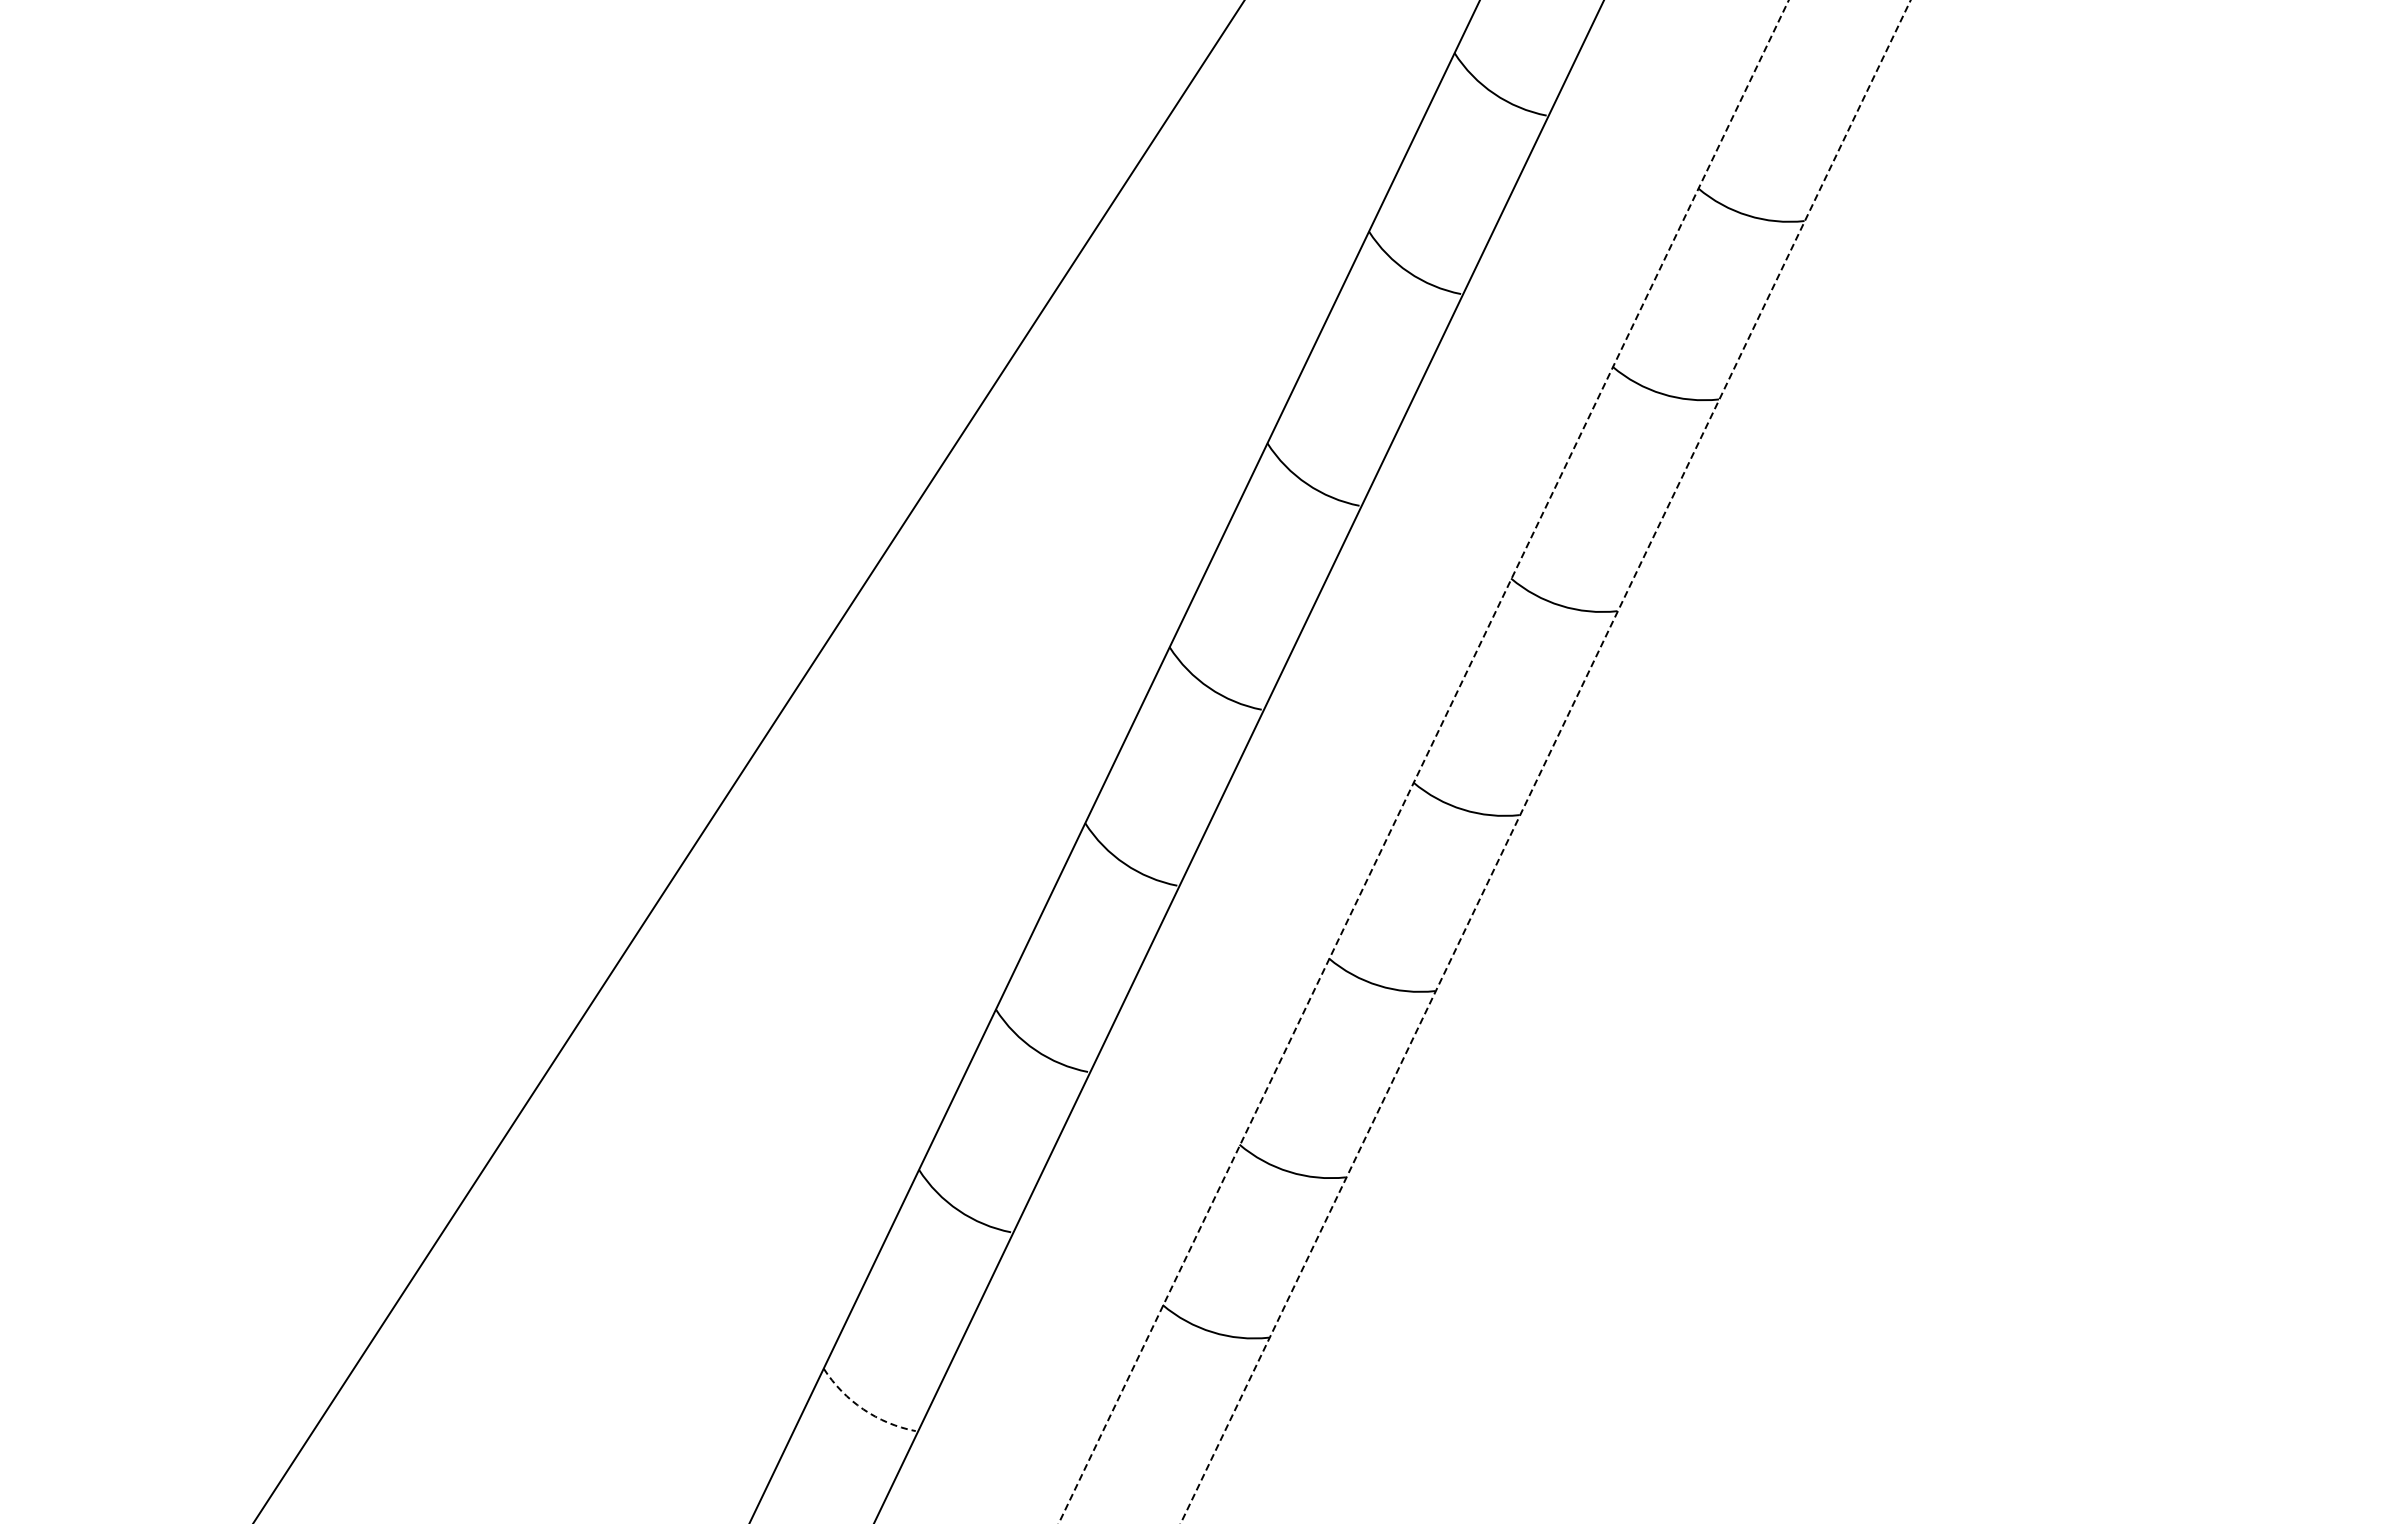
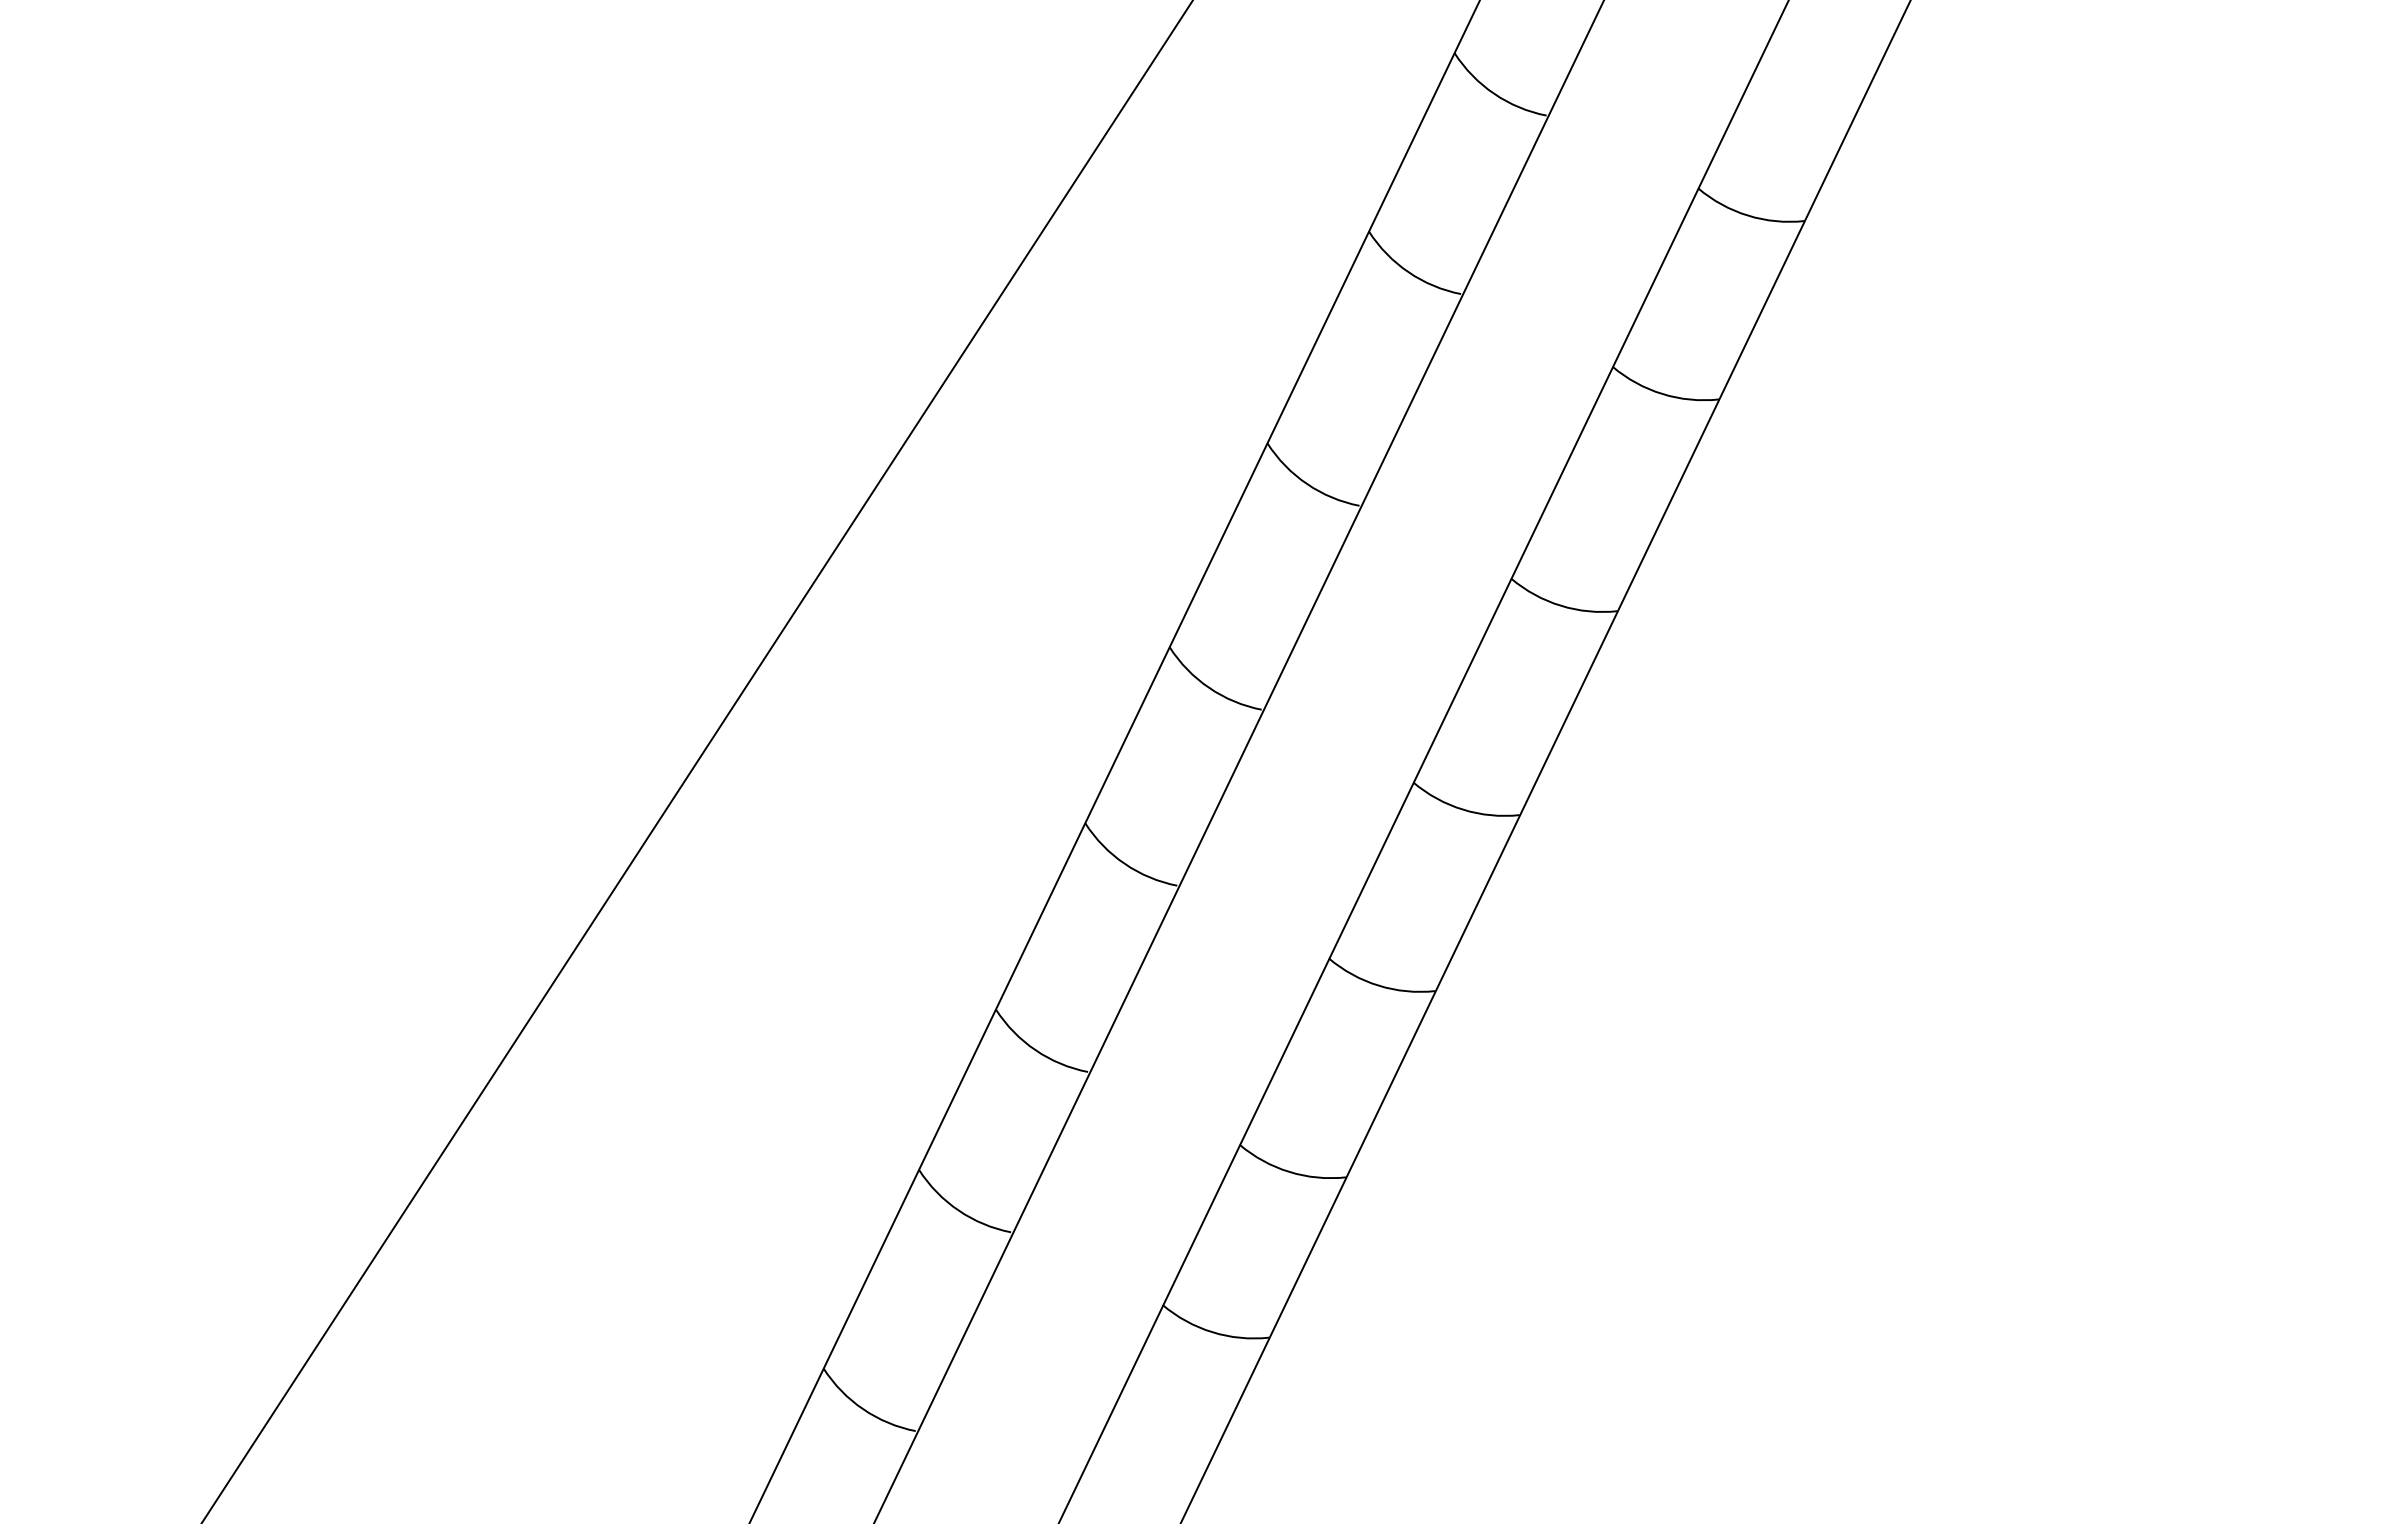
line at (749, 761) position: (749, 761) -> (697, 761)
line at (1424, 761): dashed -> solid
line at (1545, 761): dashed -> solid
arc at (863, 1409): dashed -> solid
